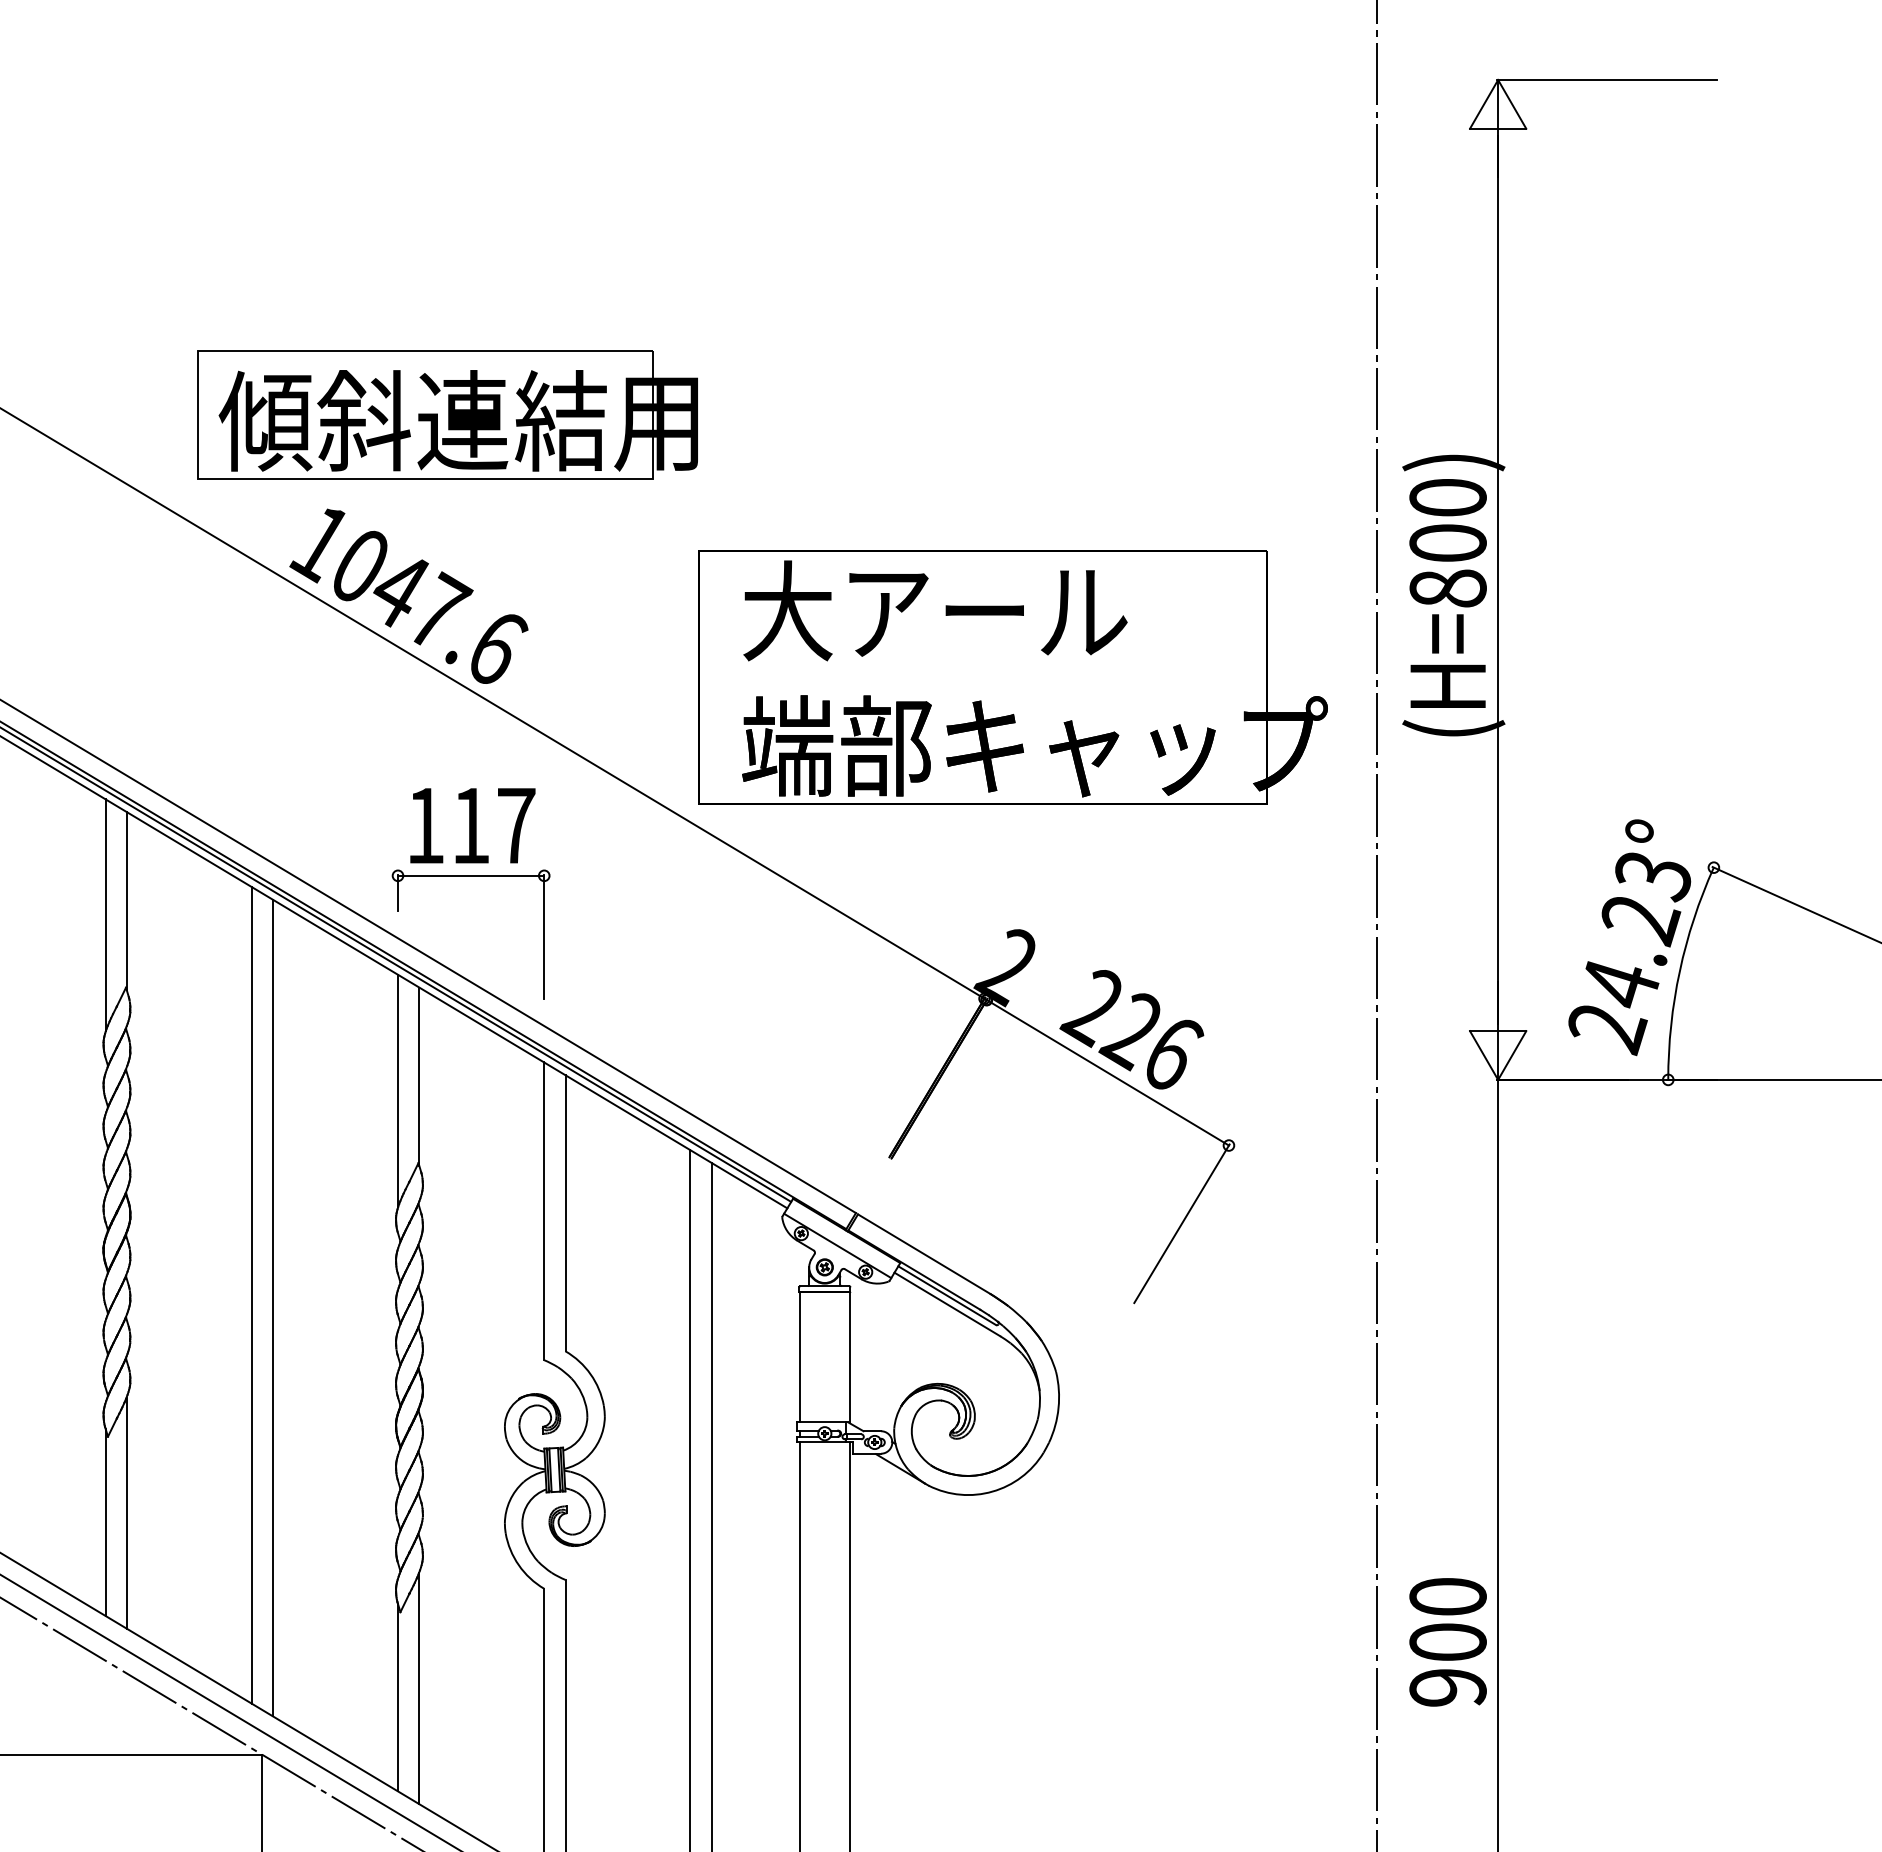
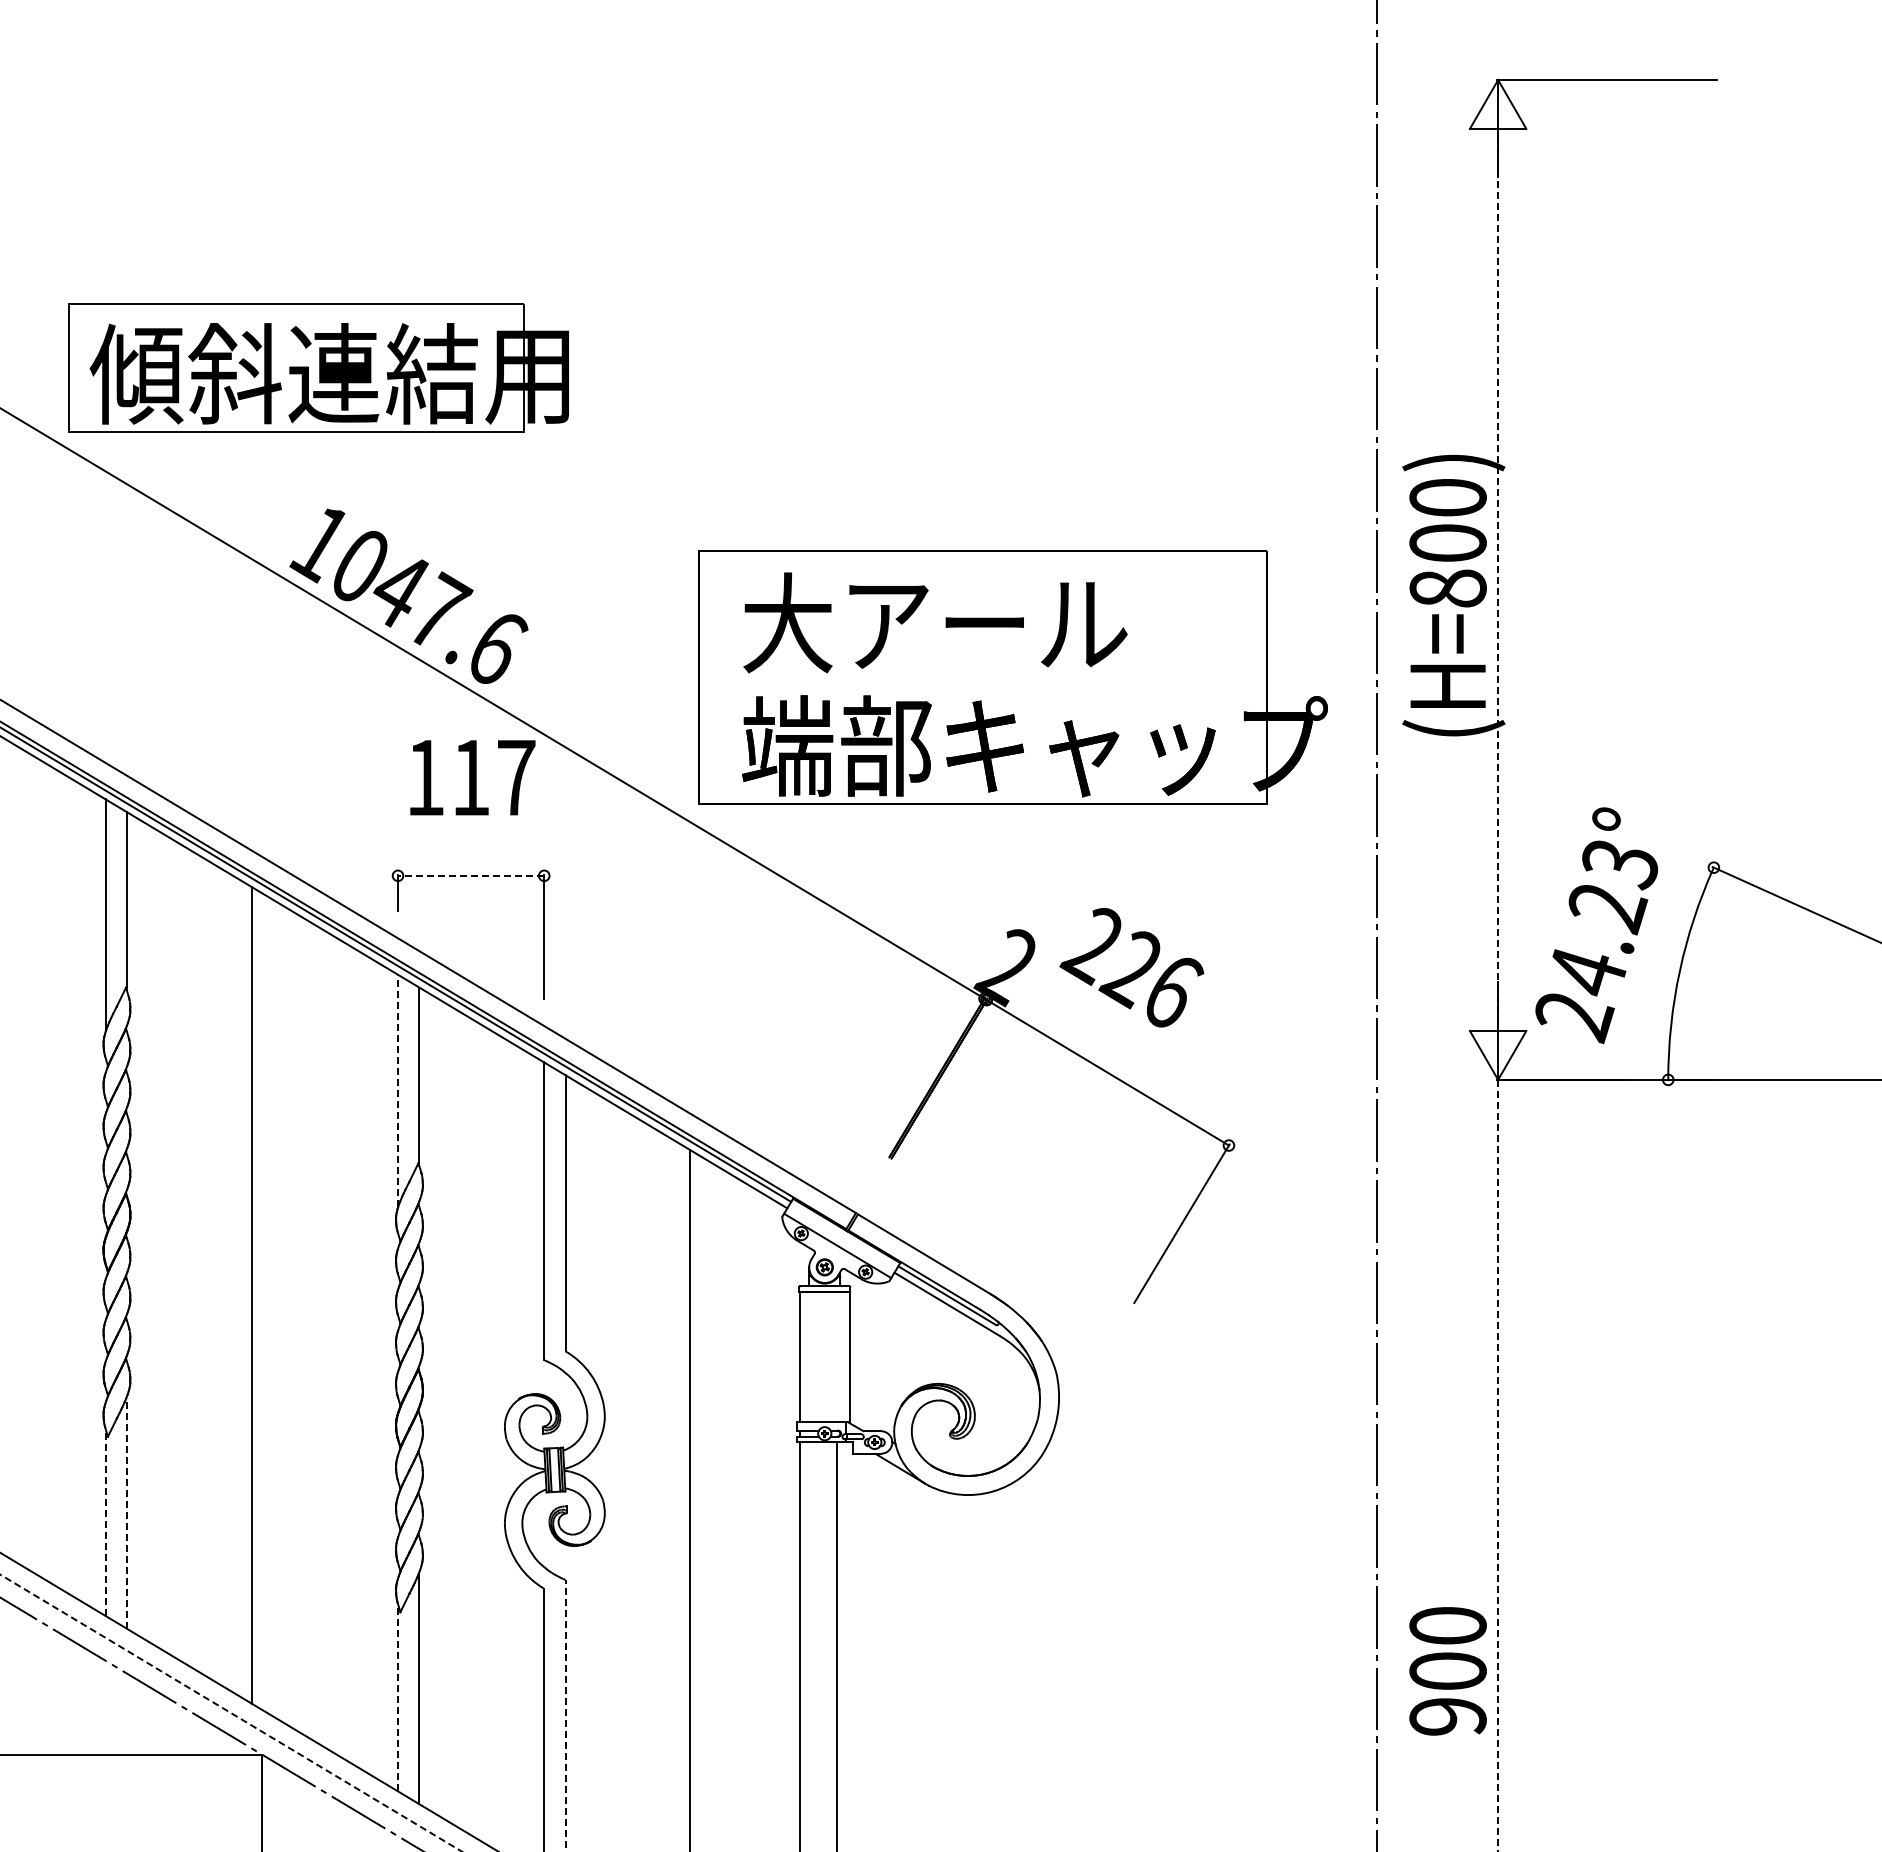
part at (447, 414) position: (447, 414) -> (318, 367)
line at (1498, 579): solid -> dashed
text at (935, 610) position: (935, 610) -> (935, 622)
text at (472, 825) position: (472, 825) -> (472, 777)
line at (470, 875): solid -> dashed
text at (1629, 937) position: (1629, 937) -> (1596, 925)
text at (1131, 1029) position: (1131, 1029) -> (1131, 967)
line at (398, 1090): solid -> dashed
line at (273, 1307): present -> none
line at (1498, 1465): solid -> dashed
line at (711, 1505): present -> none
line at (126, 1513): solid -> dashed
line at (105, 1522): solid -> dashed
text at (1447, 1642) position: (1447, 1642) -> (1447, 1671)
line at (850, 1645) position: (850, 1645) -> (837, 1645)
line at (398, 1697): solid -> dashed
line at (232, 1713): solid -> dashed
line at (565, 1715): solid -> dashed
